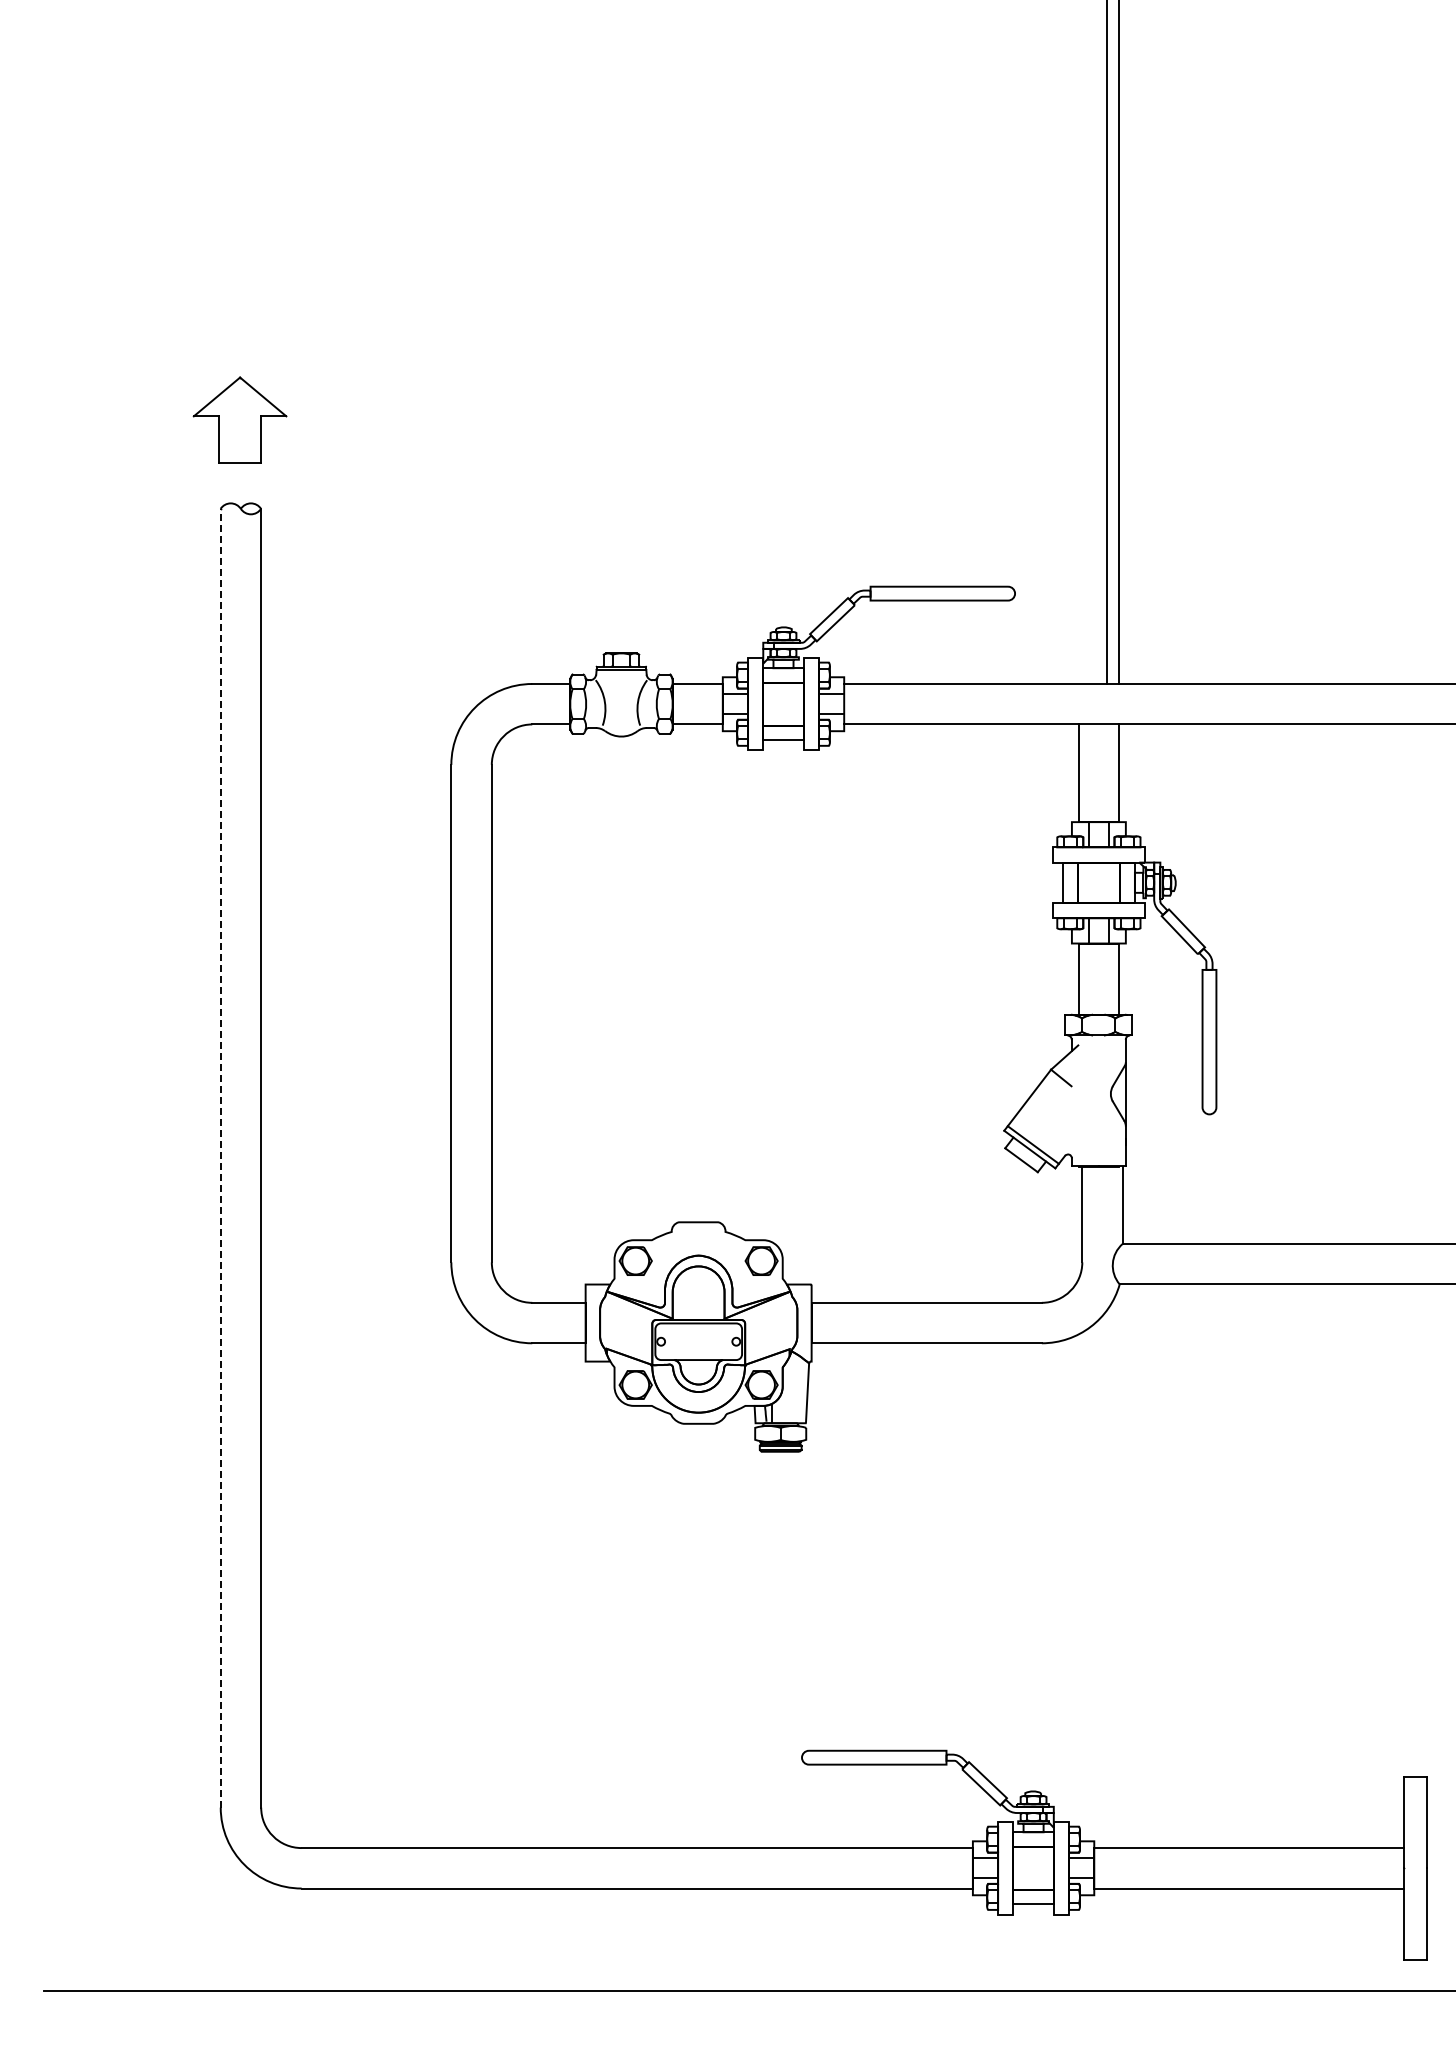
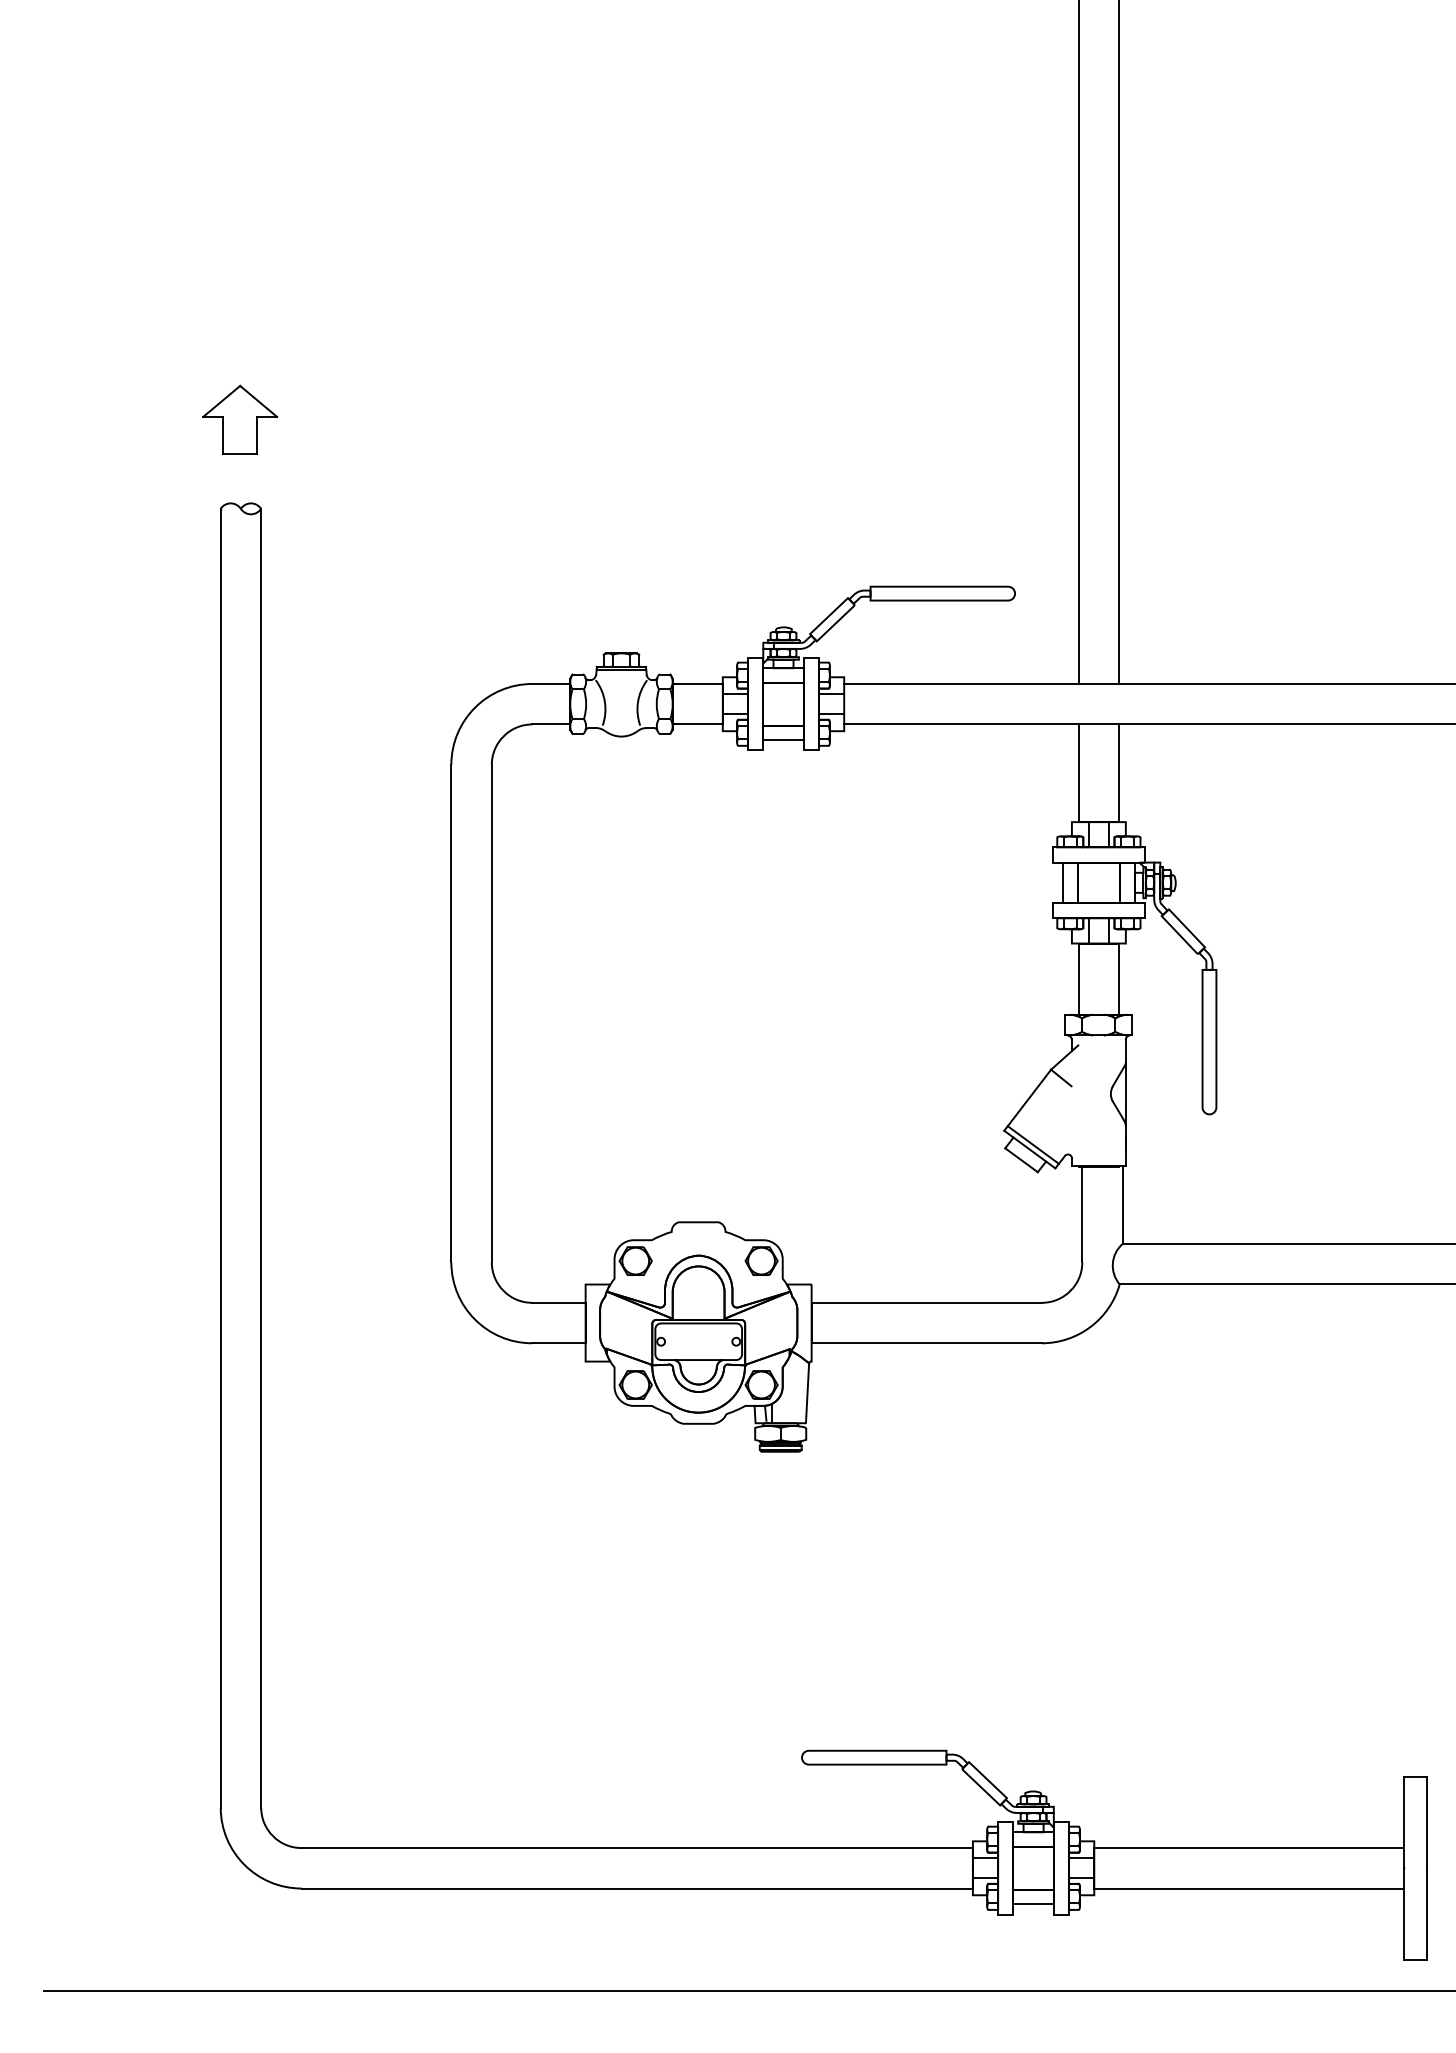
line at (1106, 343) position: (1106, 343) -> (1078, 343)
part at (239, 419) size: 96x88 px -> 77x71 px
line at (220, 1157): dashed -> solid
